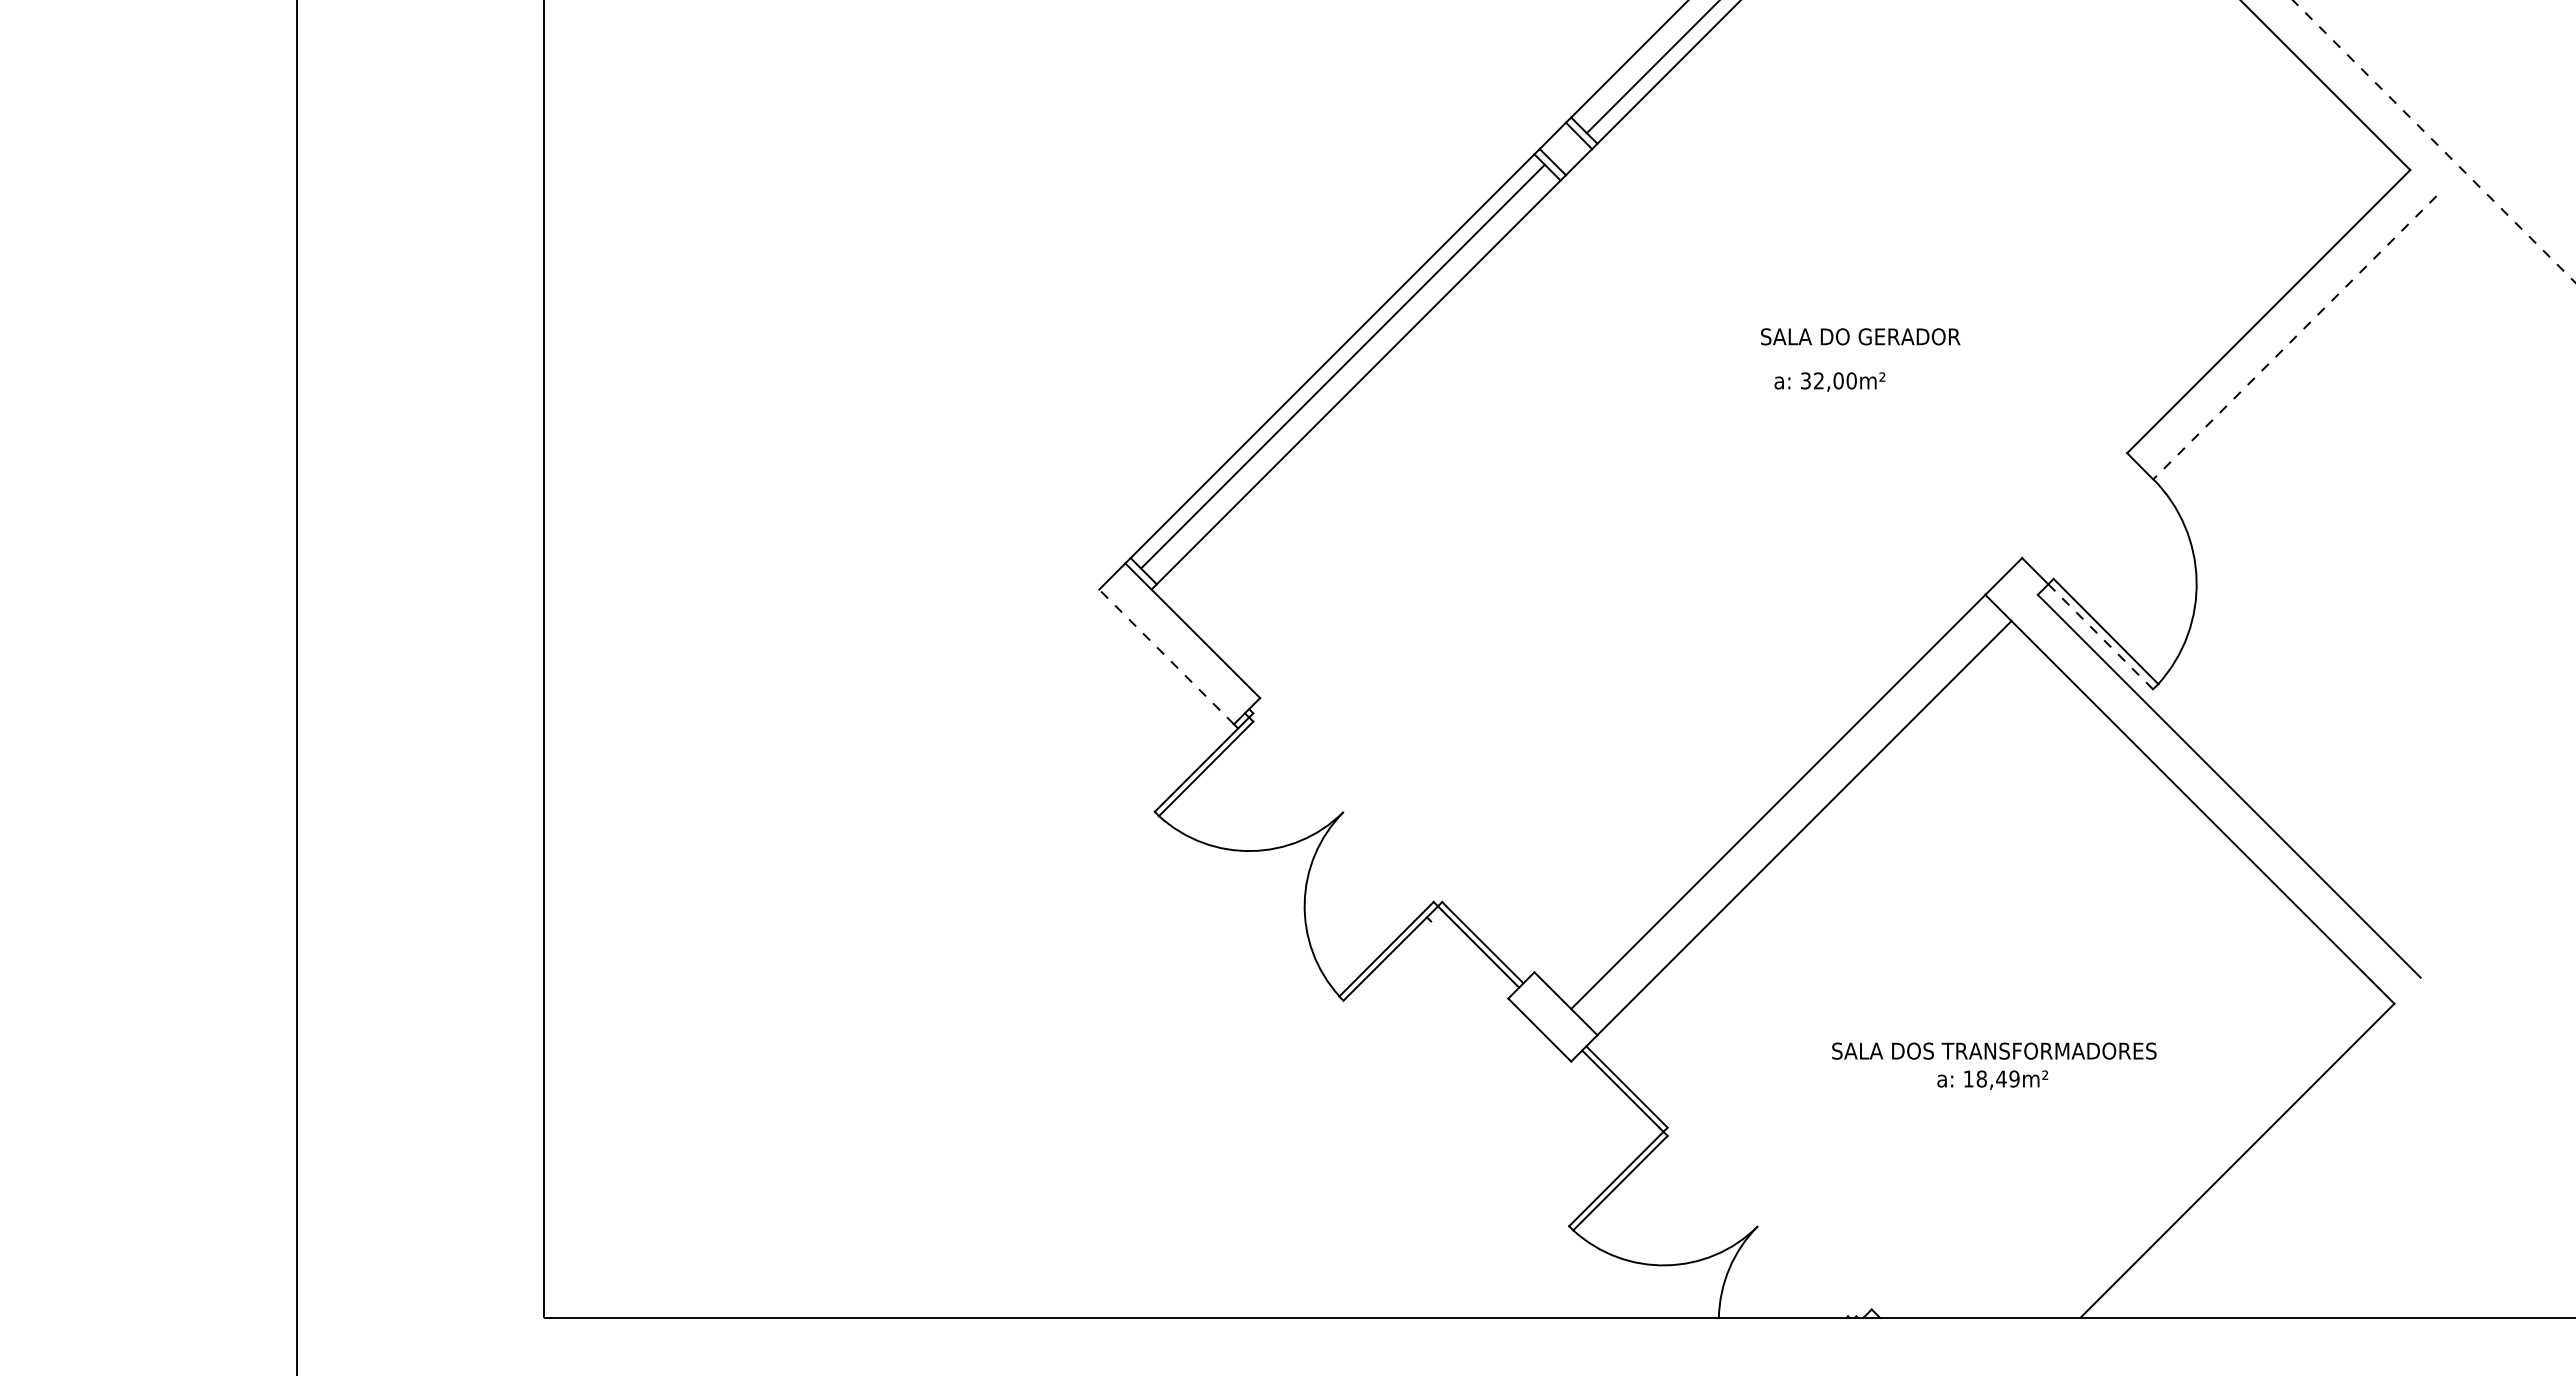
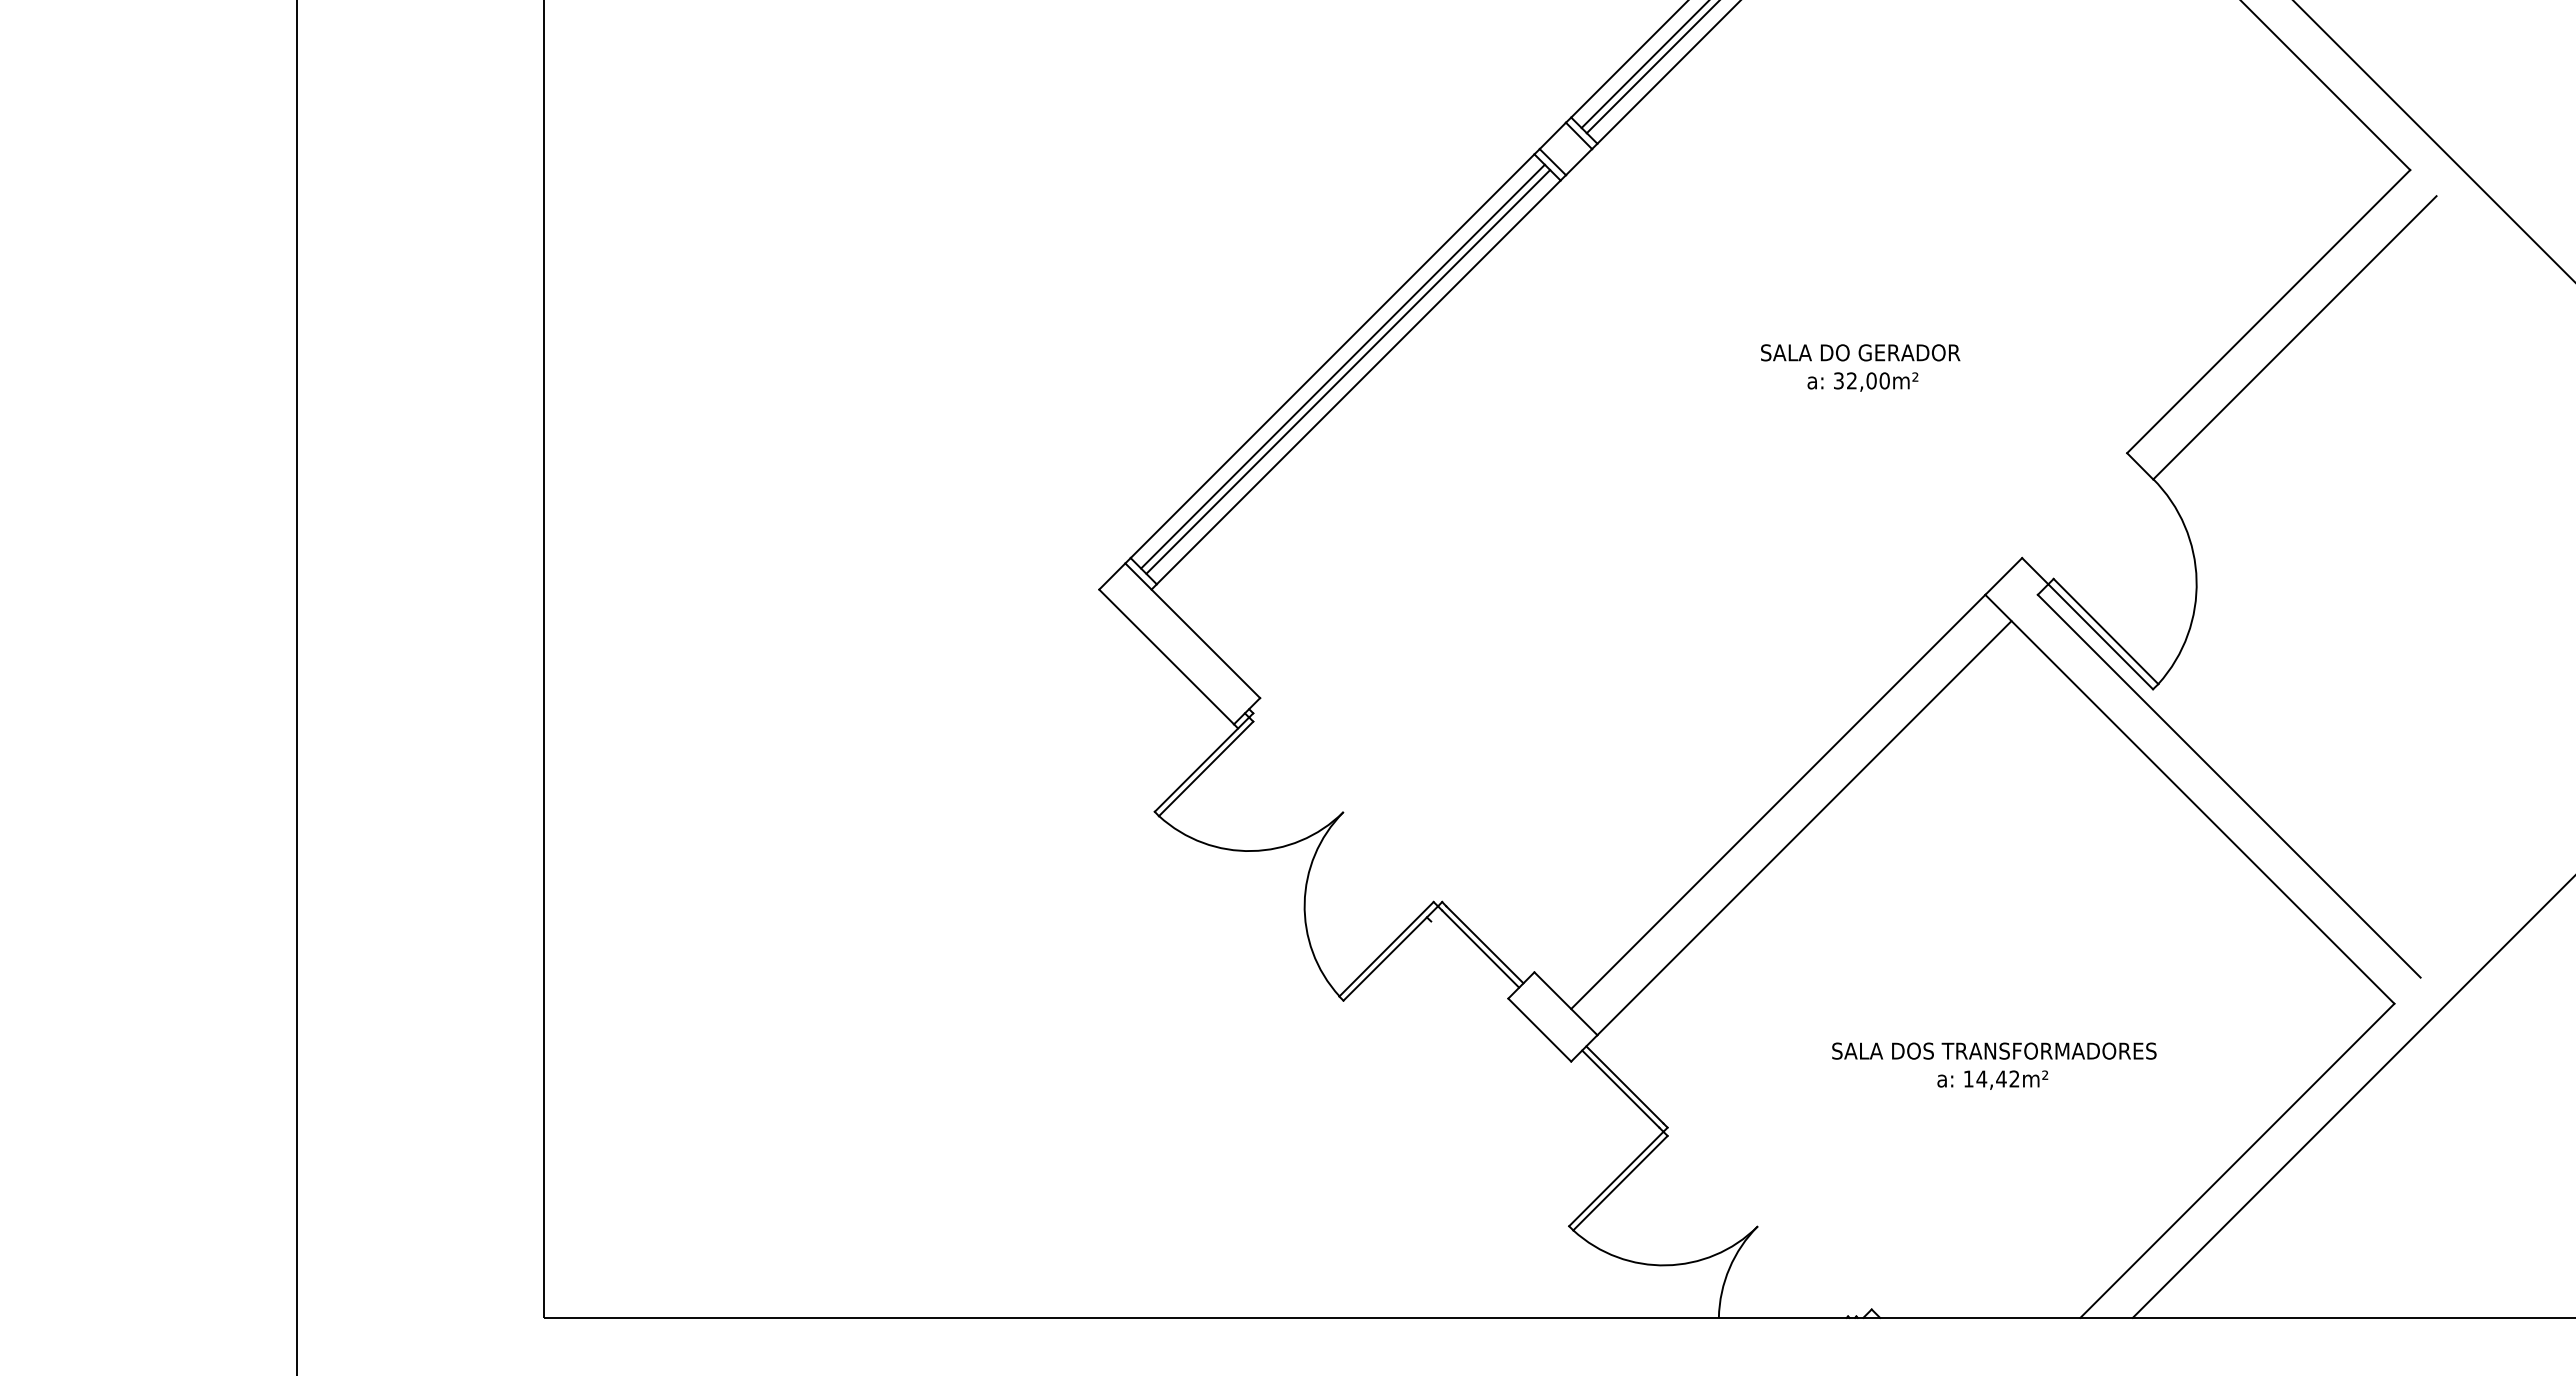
line at (1643, 65): none -> present
line at (2434, 141): dashed -> solid
text at (1860, 336) position: (1860, 336) -> (1860, 352)
line at (2294, 338): dashed -> solid
line at (1348, 371): none -> present
text at (1829, 381) position: (1829, 381) -> (1862, 381)
line at (2101, 637): dashed -> solid
line at (1166, 656): dashed -> solid
text at (1997, 1078): 18,49m² -> 14,42m²
line at (2352, 1097): none -> present
